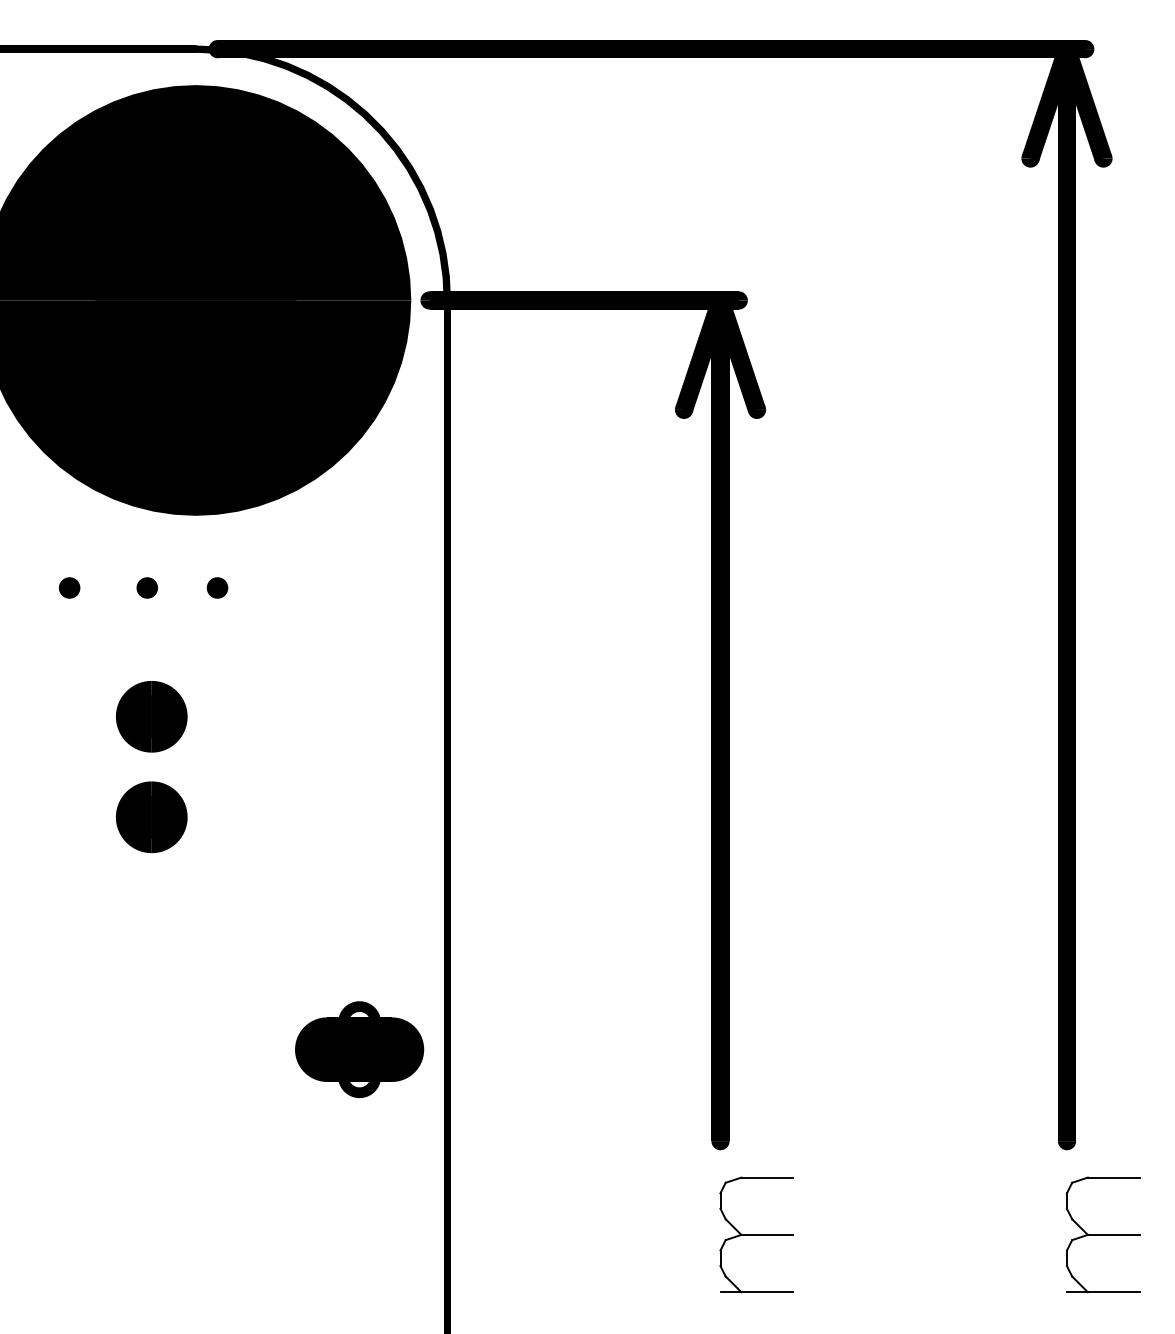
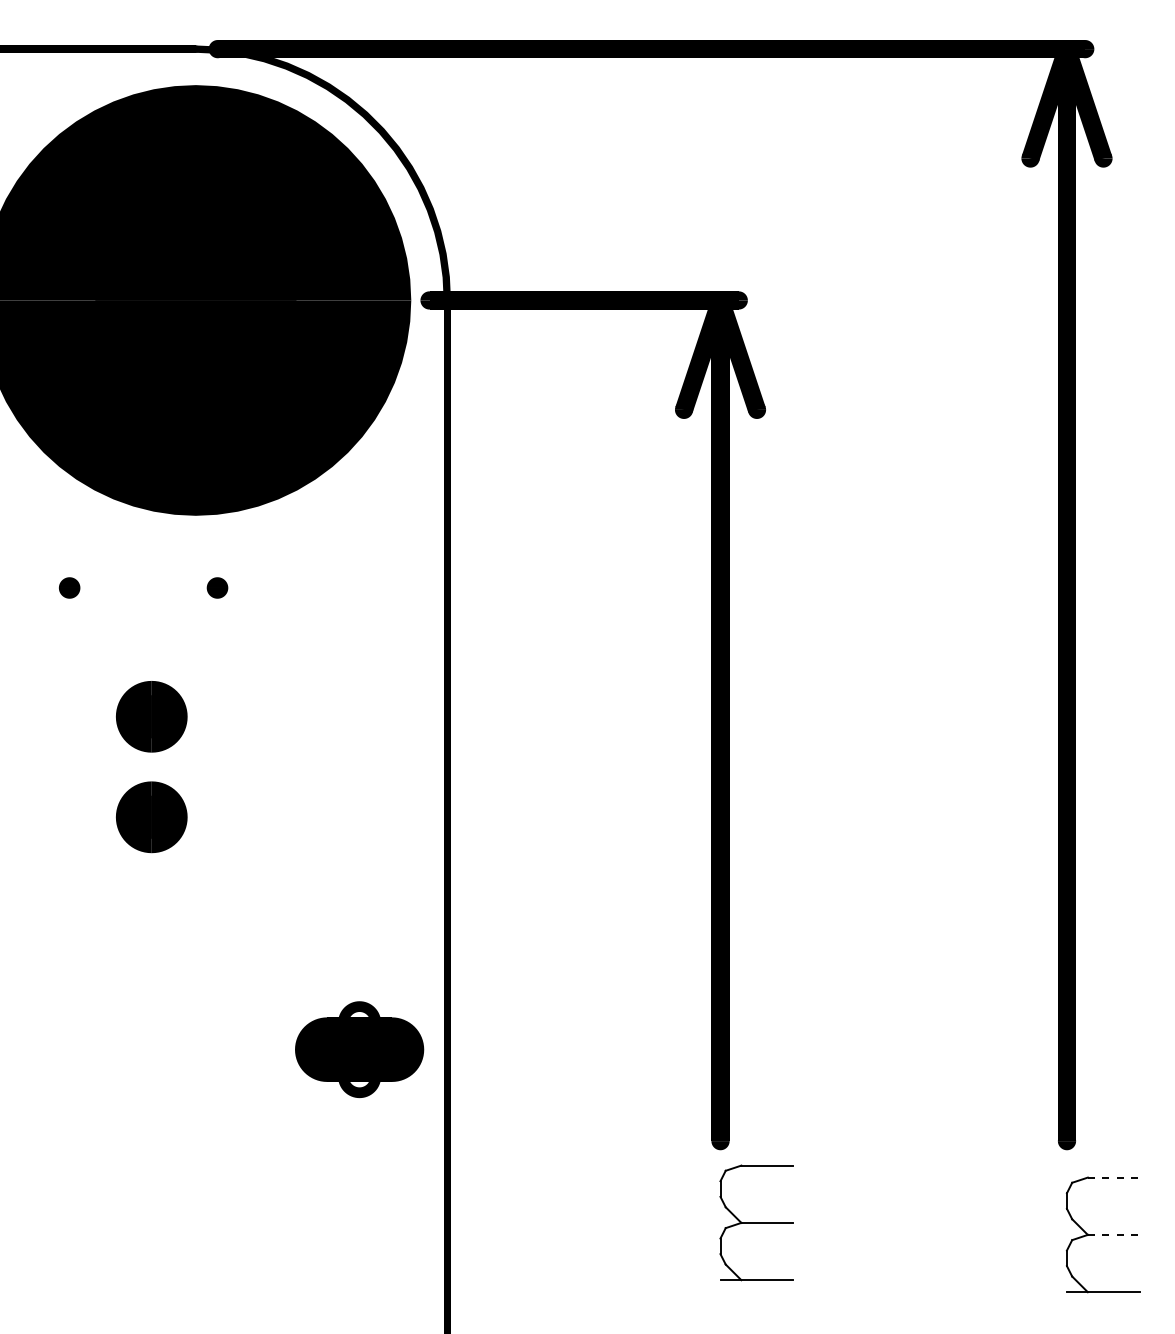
part at (146, 587): present -> none
line at (1114, 1177): solid -> dashed
part at (756, 1234) position: (756, 1234) -> (756, 1222)
line at (1114, 1234): solid -> dashed
